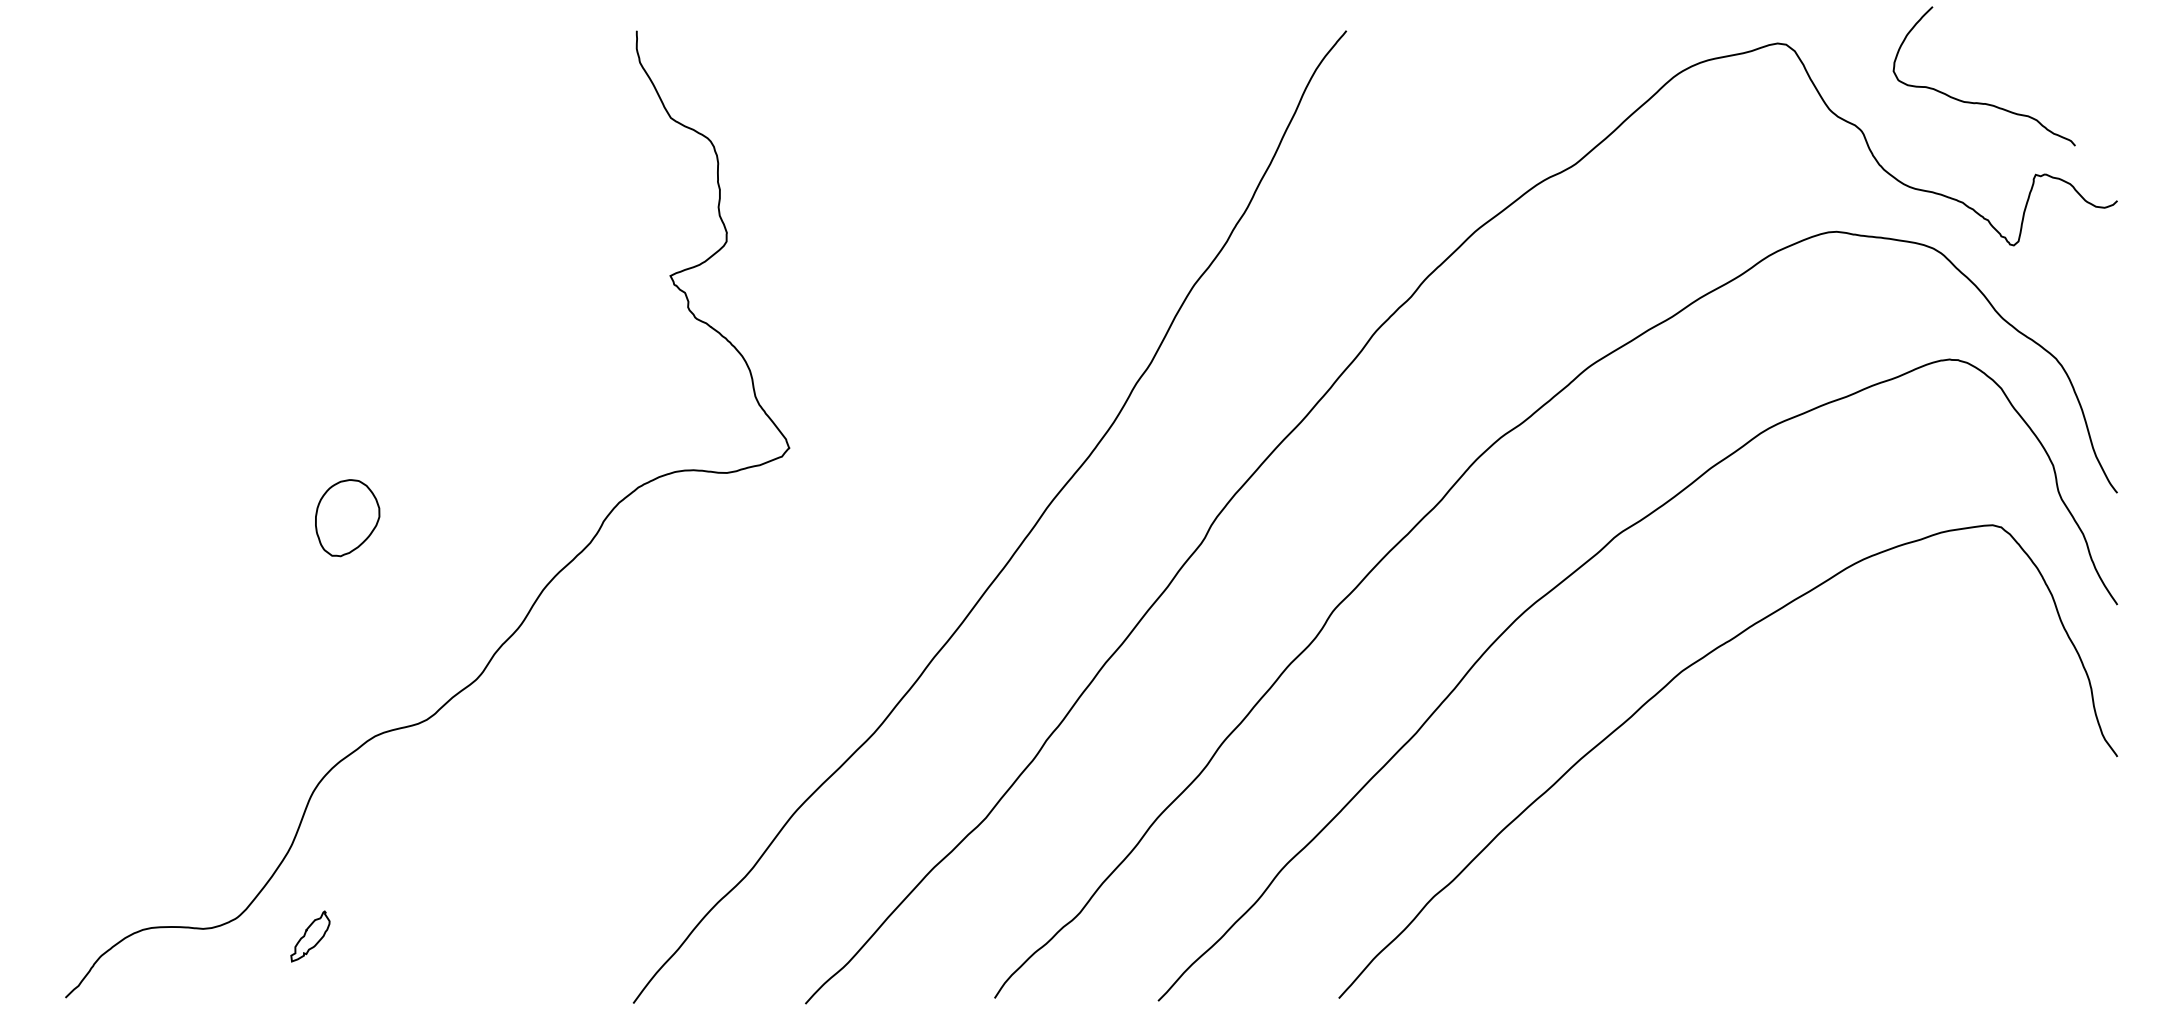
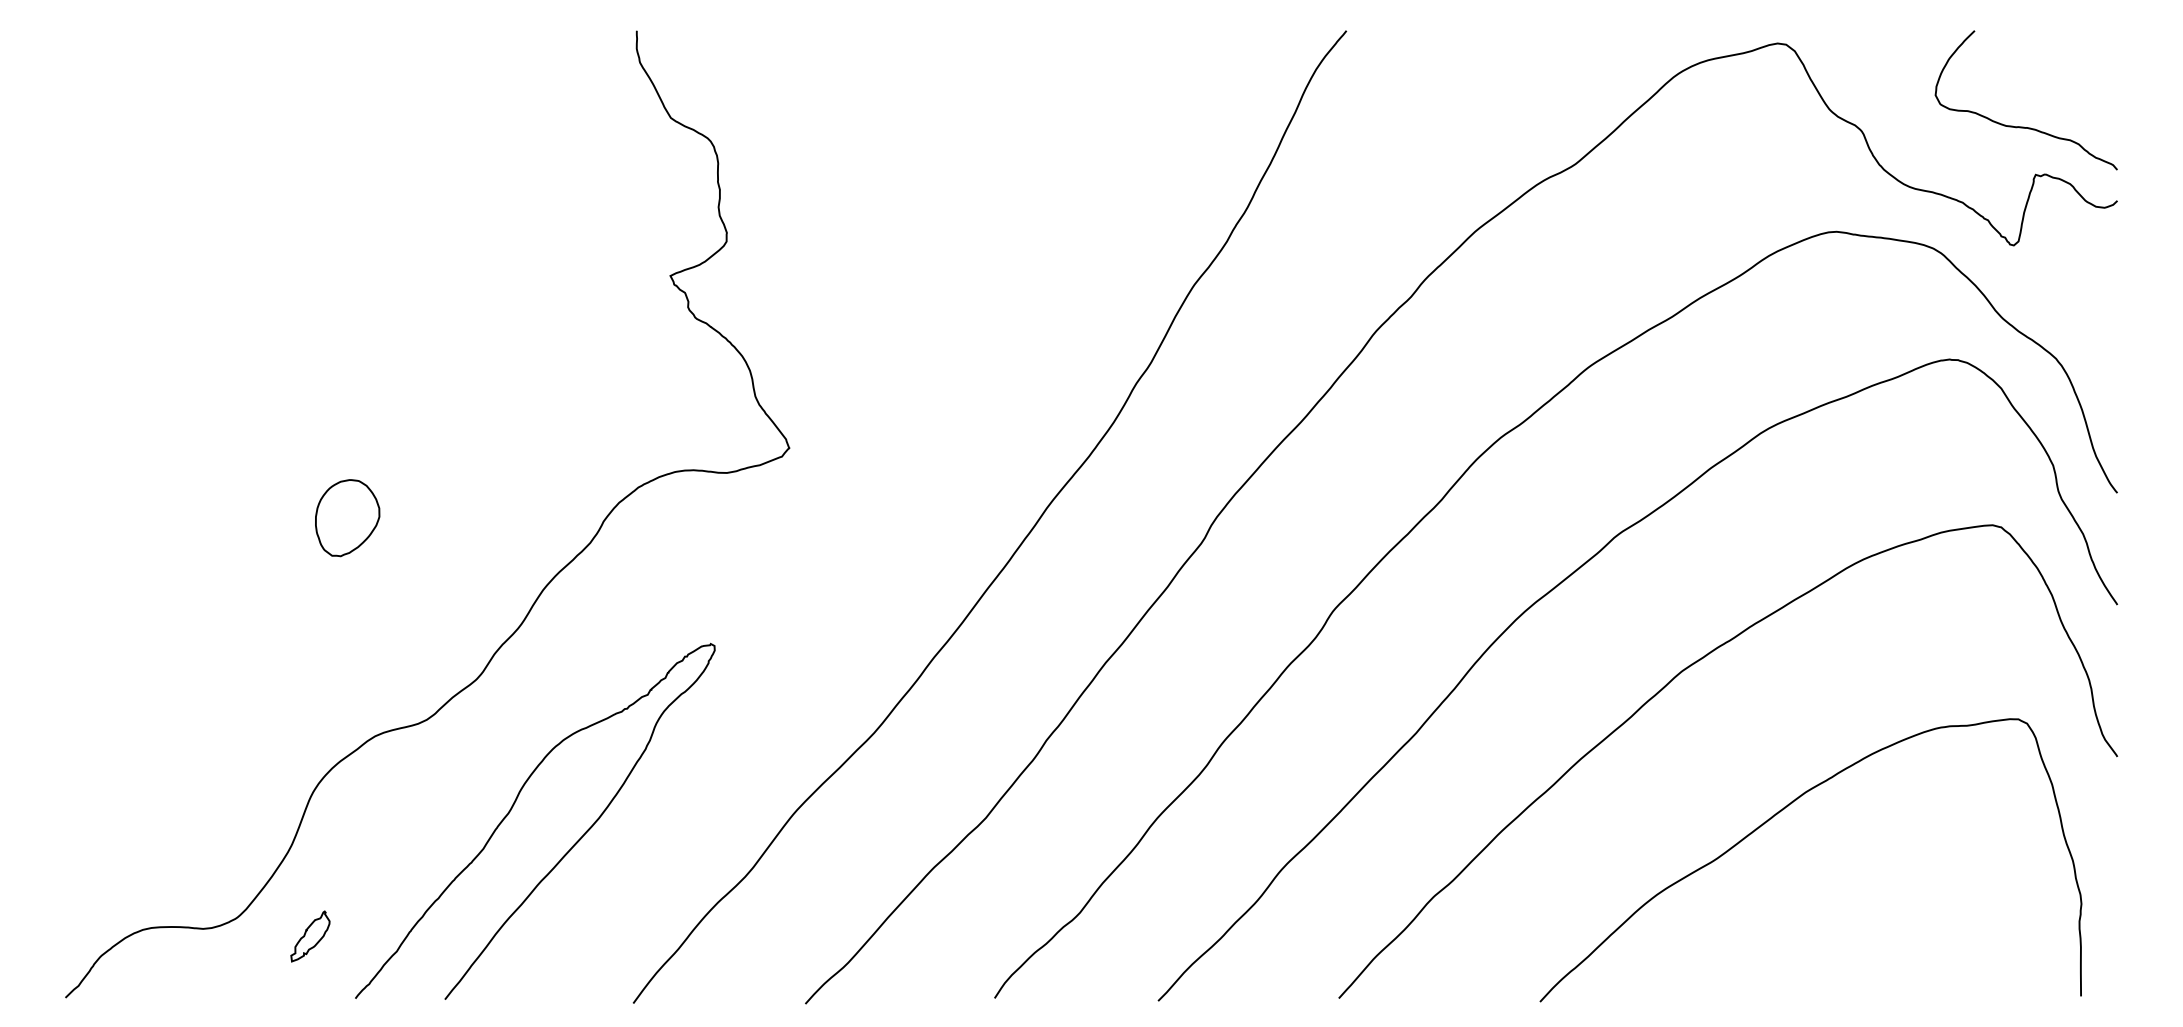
curve at (1982, 102) position: (1982, 102) -> (2024, 126)
curve at (514, 805): none -> present
curve at (1776, 815): none -> present
